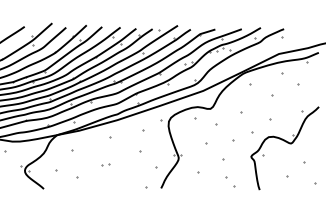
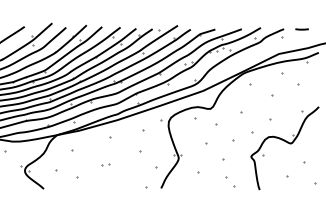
line at (301, 29): none -> present
